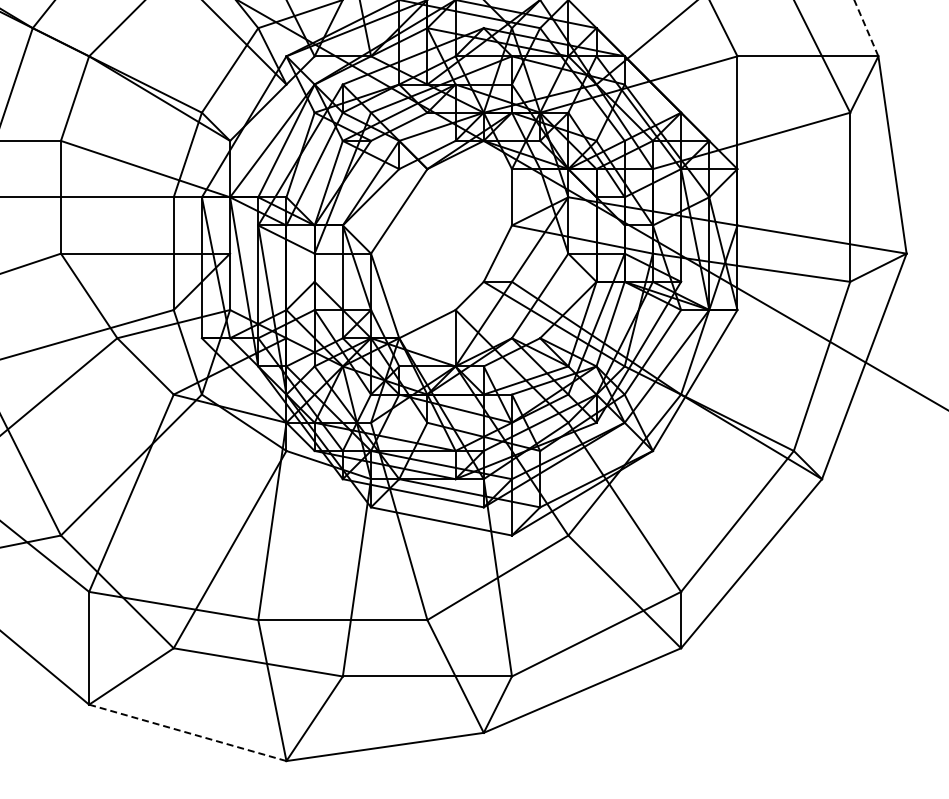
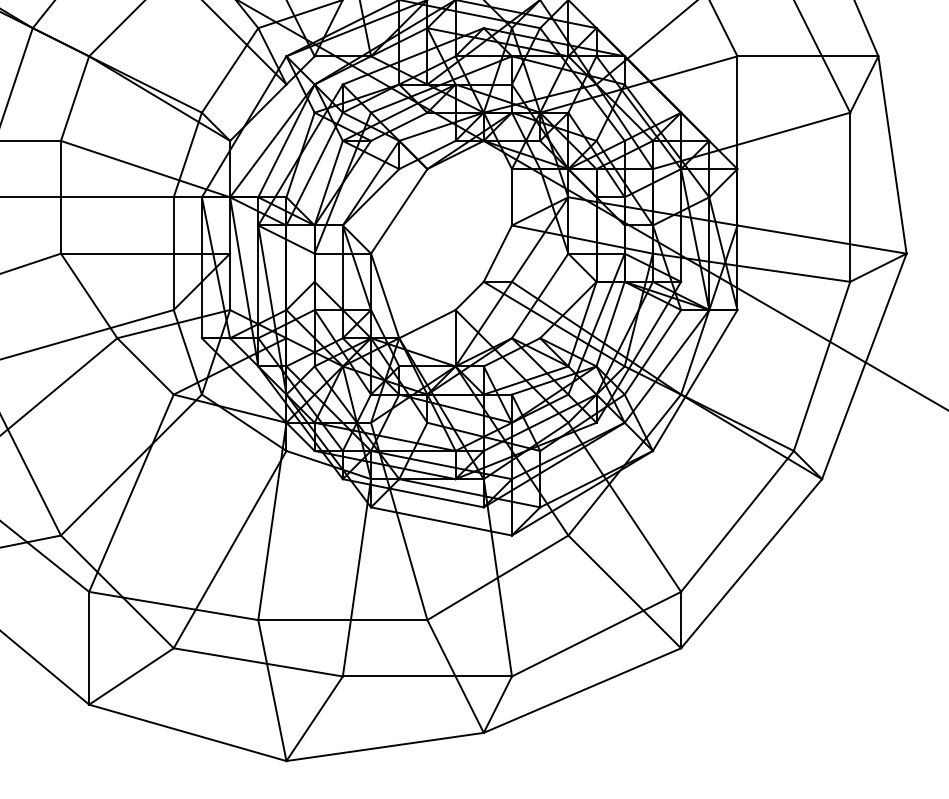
line at (866, 27): dashed -> solid
line at (187, 732): dashed -> solid
